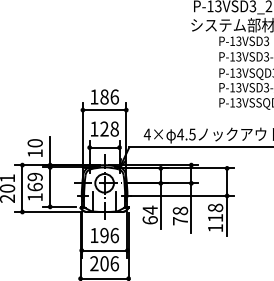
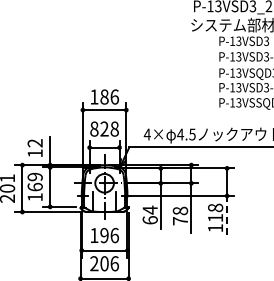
text at (94, 128): 128 -> 828
text at (34, 143): 10 -> 12
line at (227, 216): solid -> dashed
